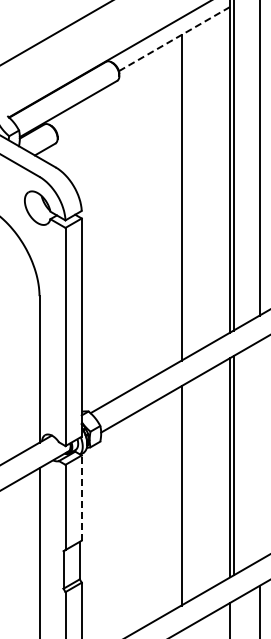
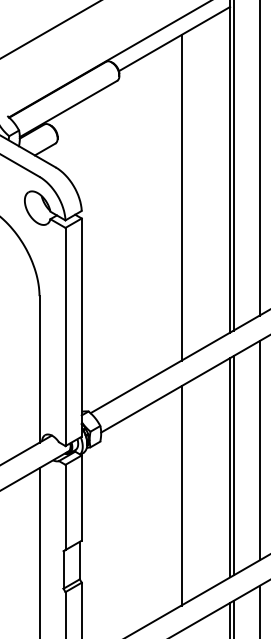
line at (56, 33) position: (56, 33) -> (50, 29)
line at (174, 38): dashed -> solid
line at (259, 450): none -> present
line at (81, 498): dashed -> solid
line at (233, 617): none -> present
